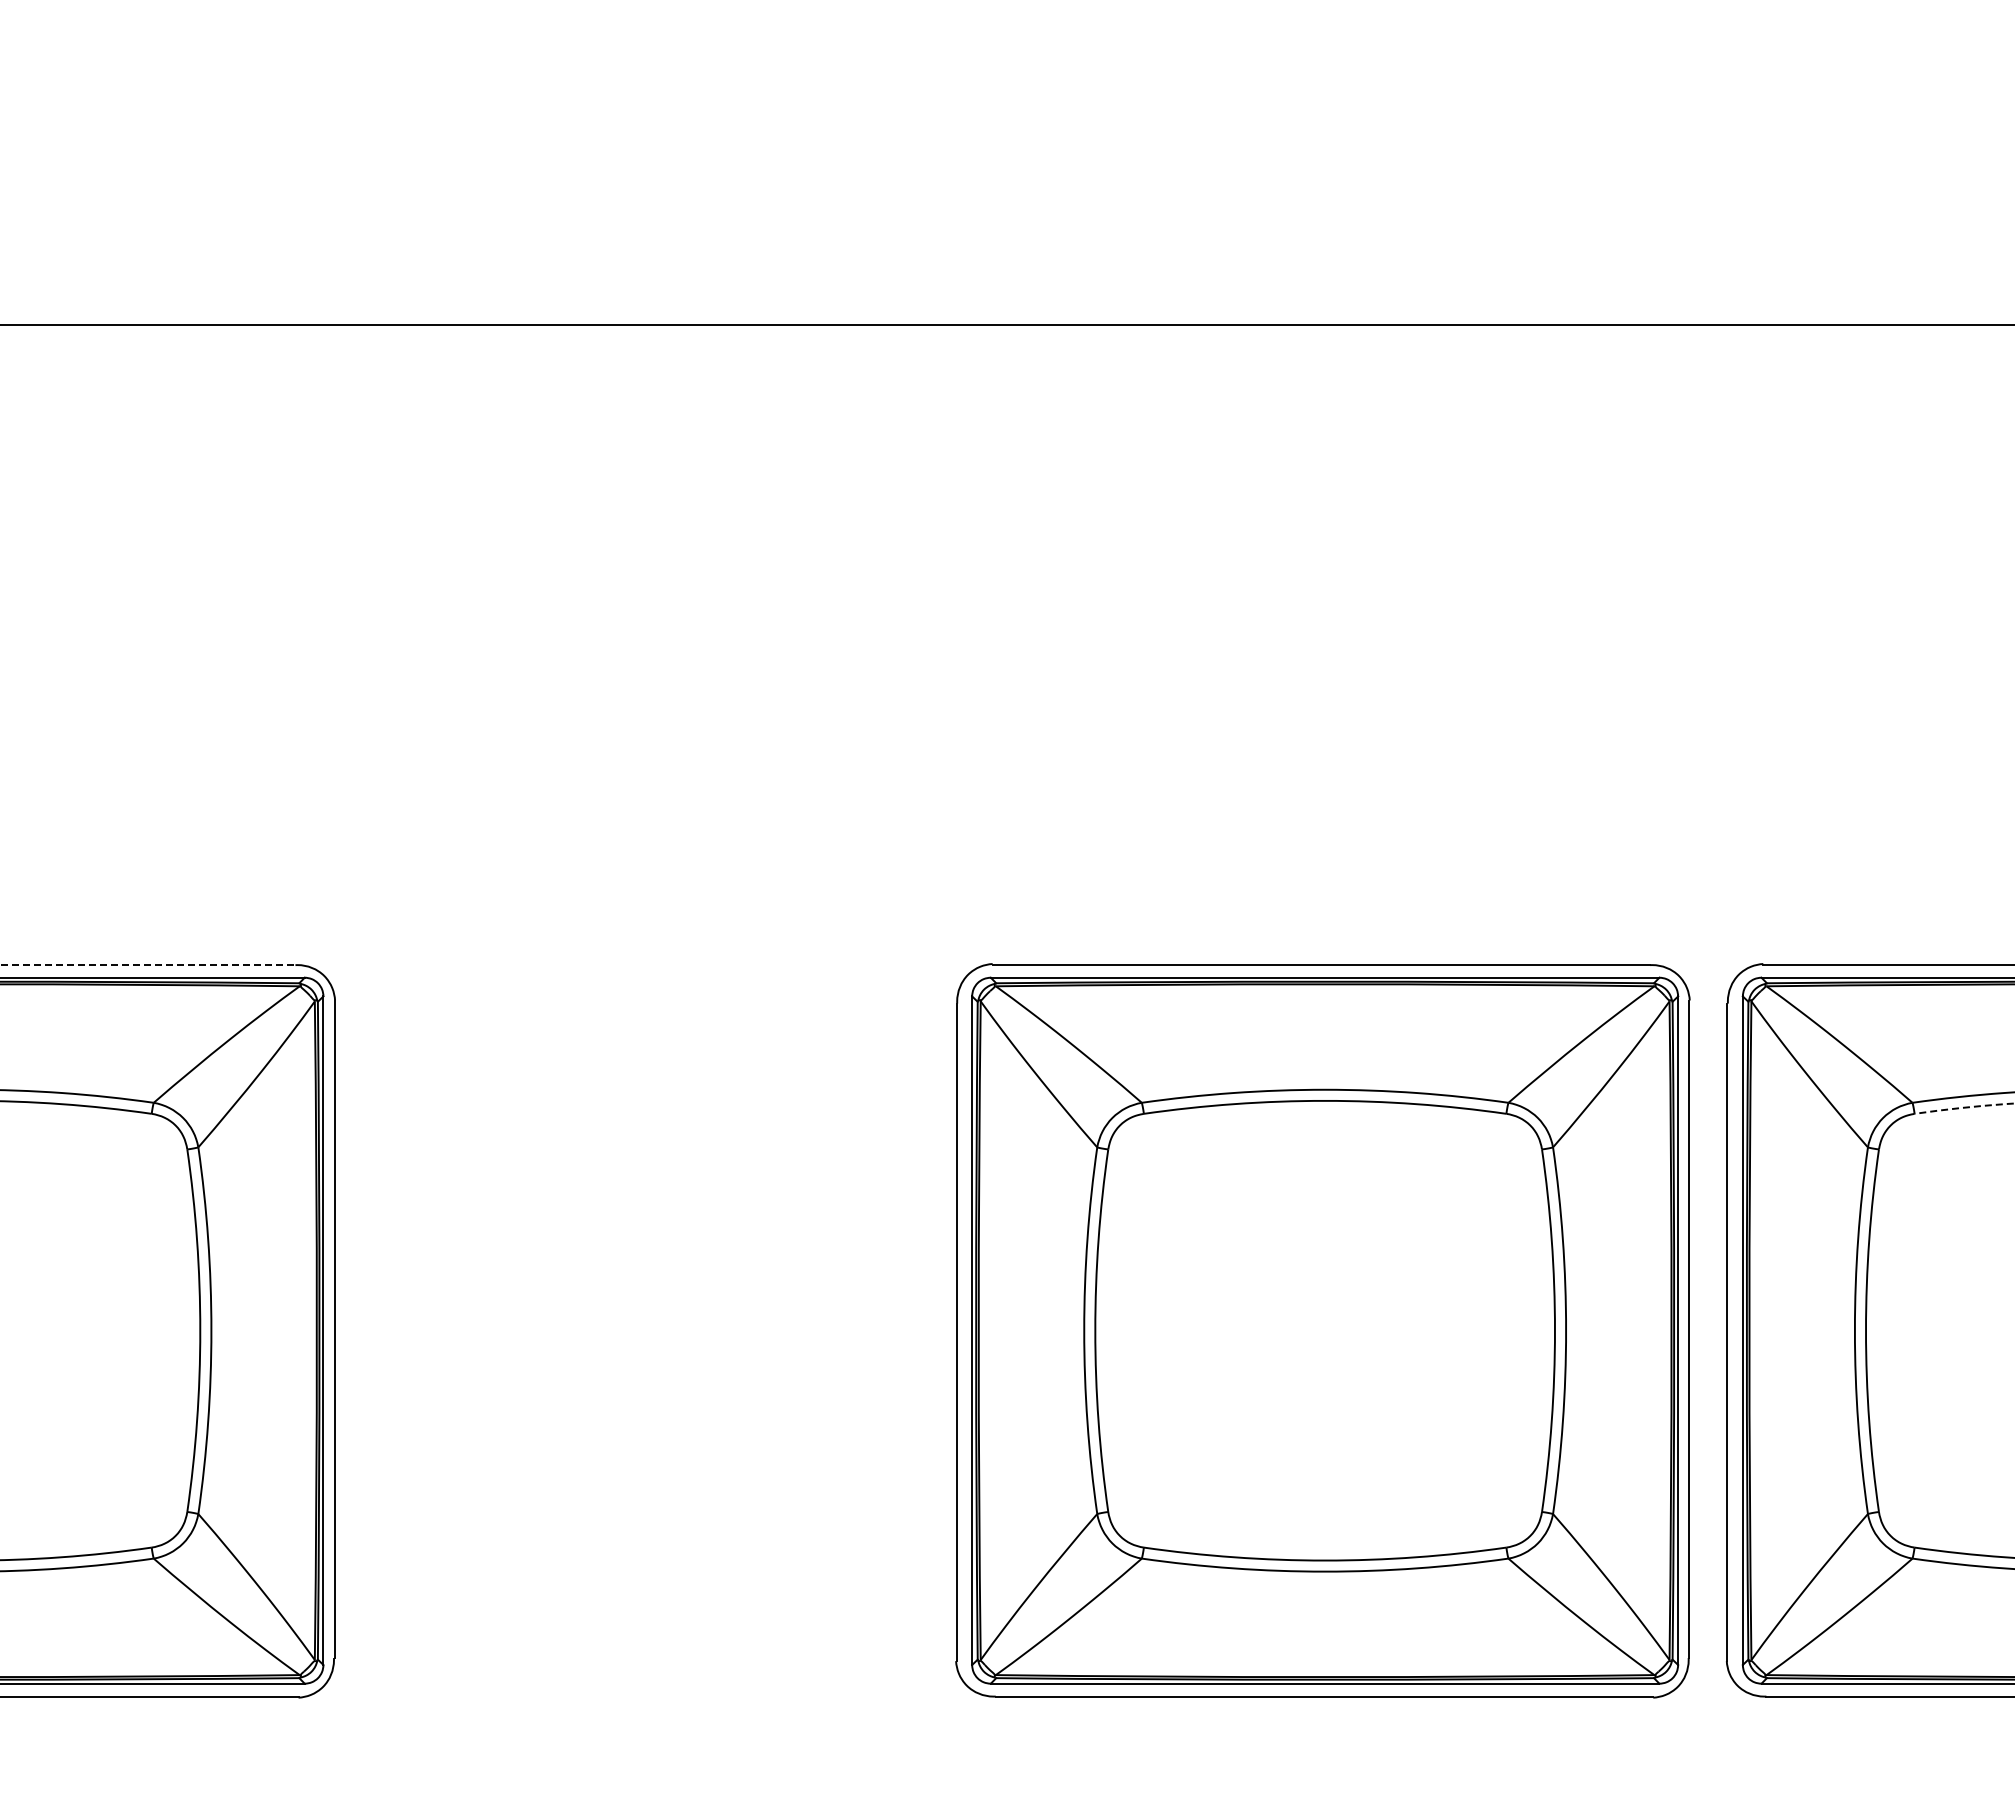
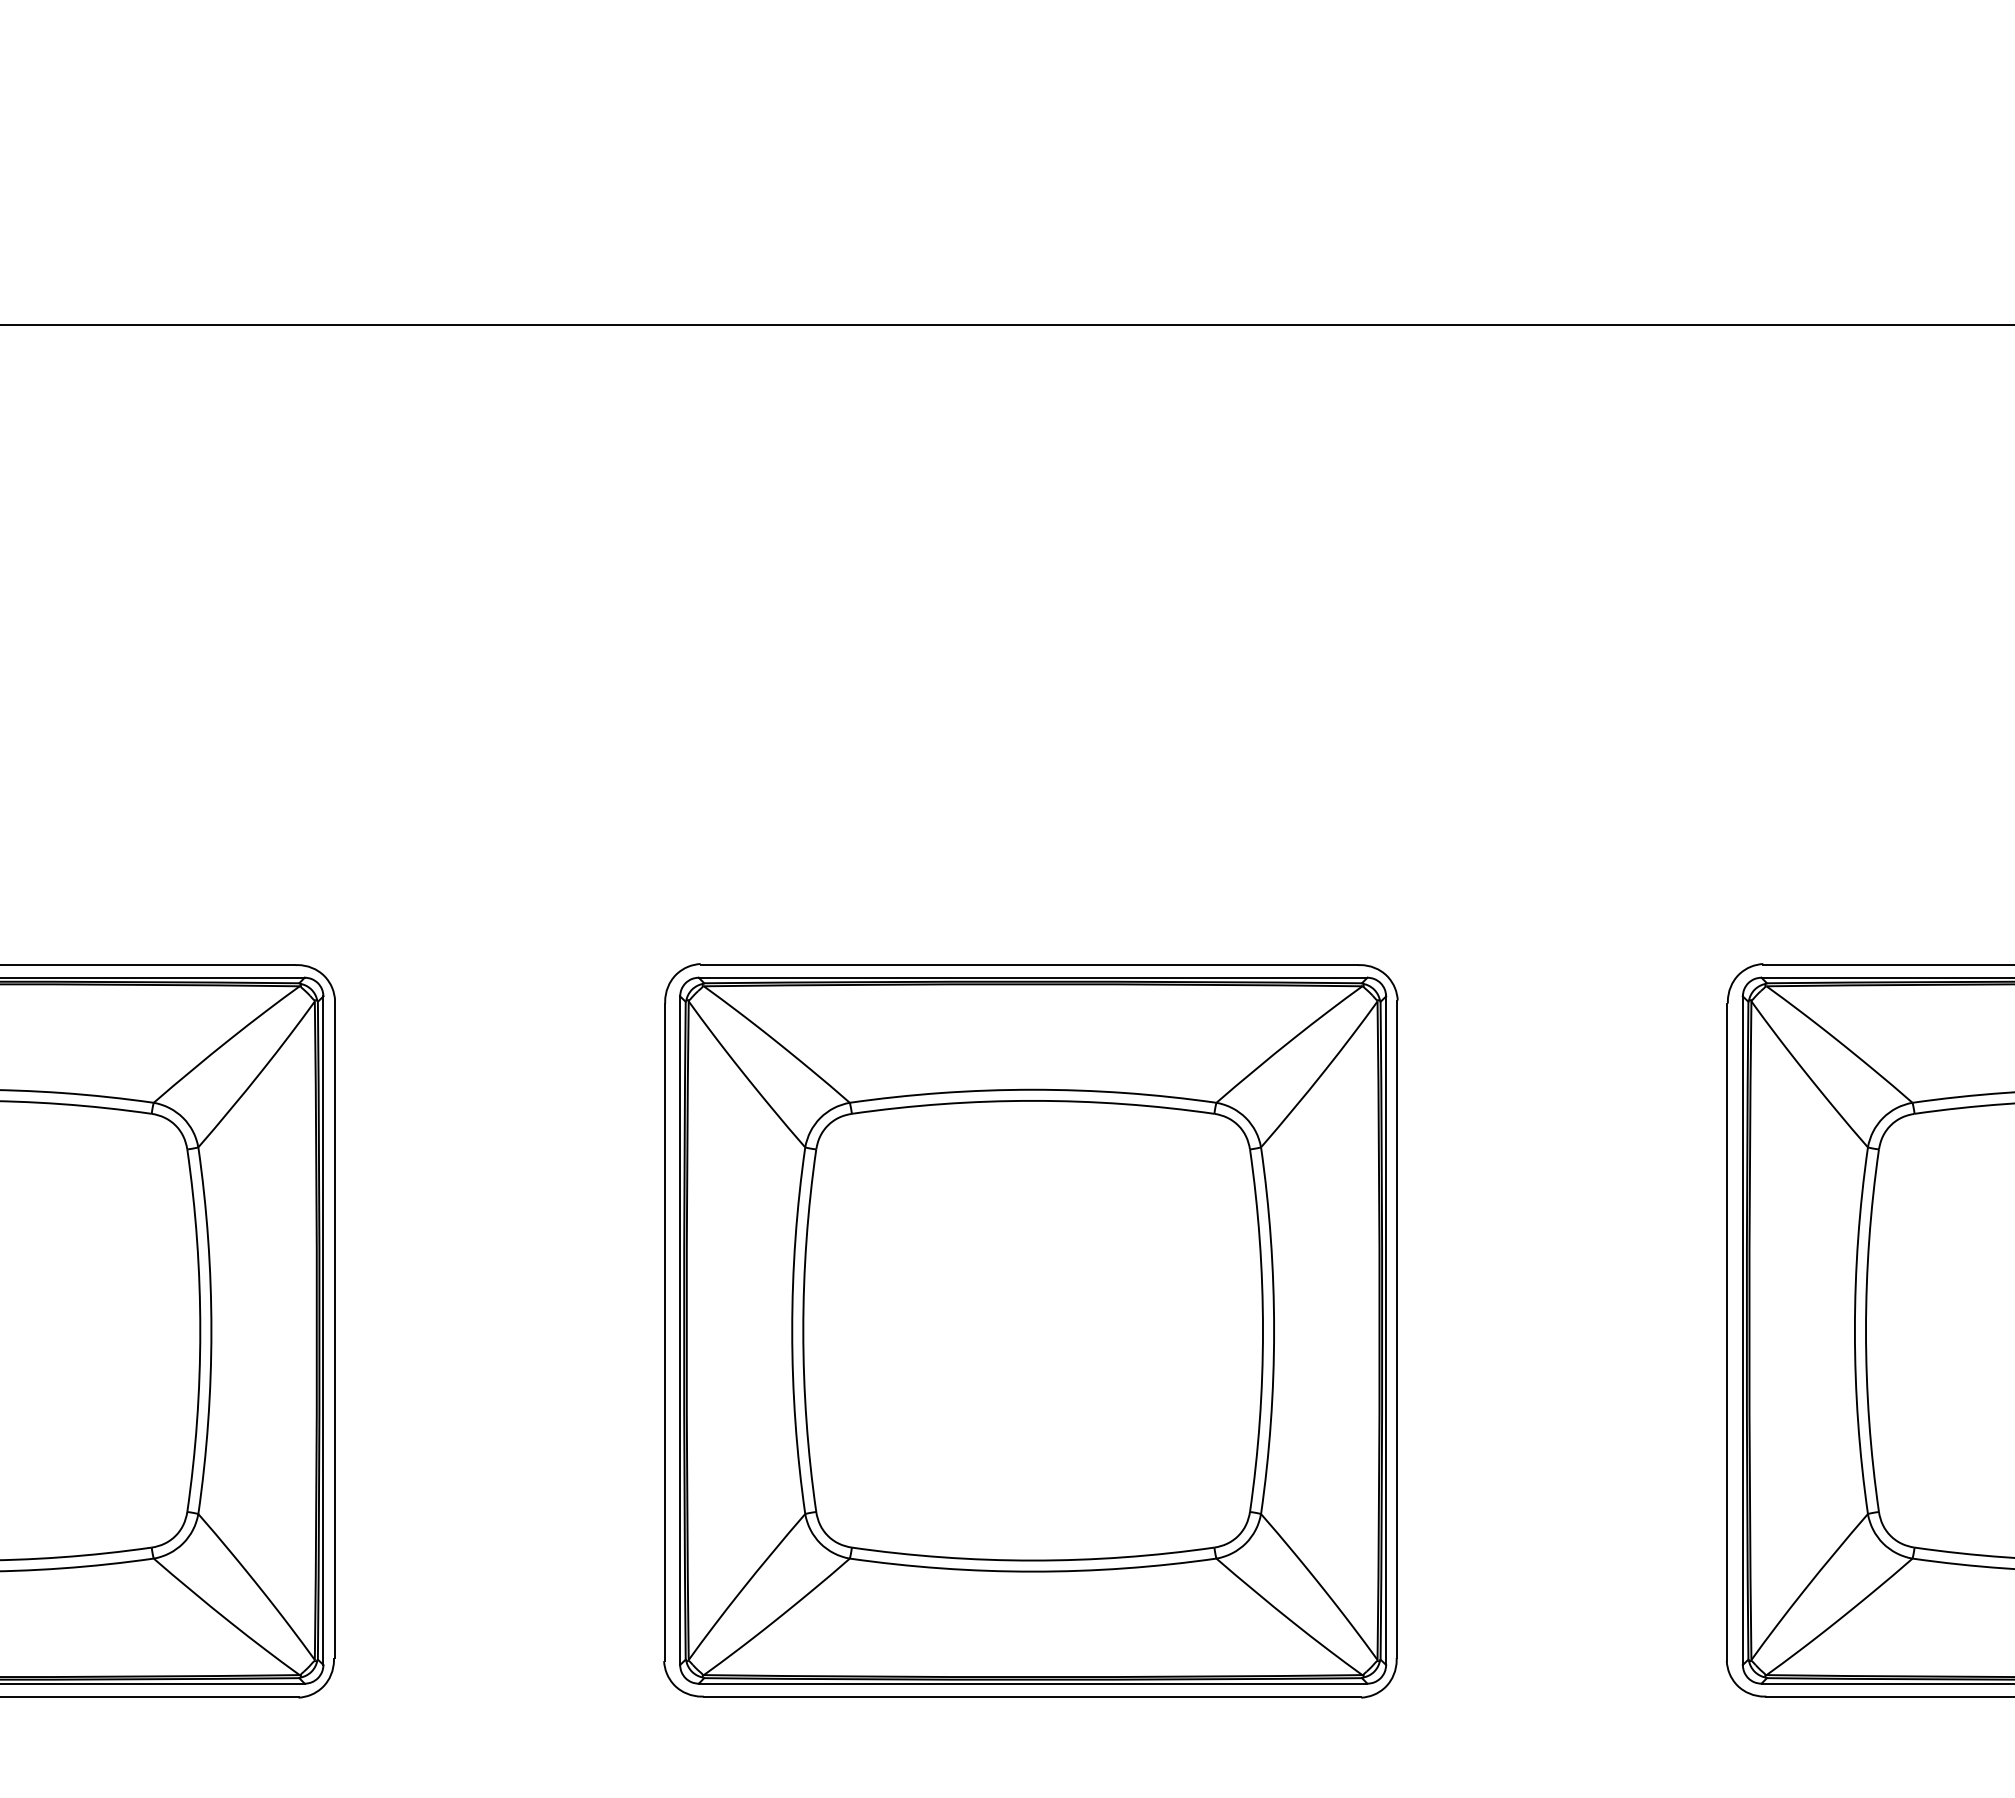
line at (148, 964): dashed -> solid
arc at (1964, 1107): dashed -> solid
part at (1322, 1330) position: (1322, 1330) -> (1030, 1330)
